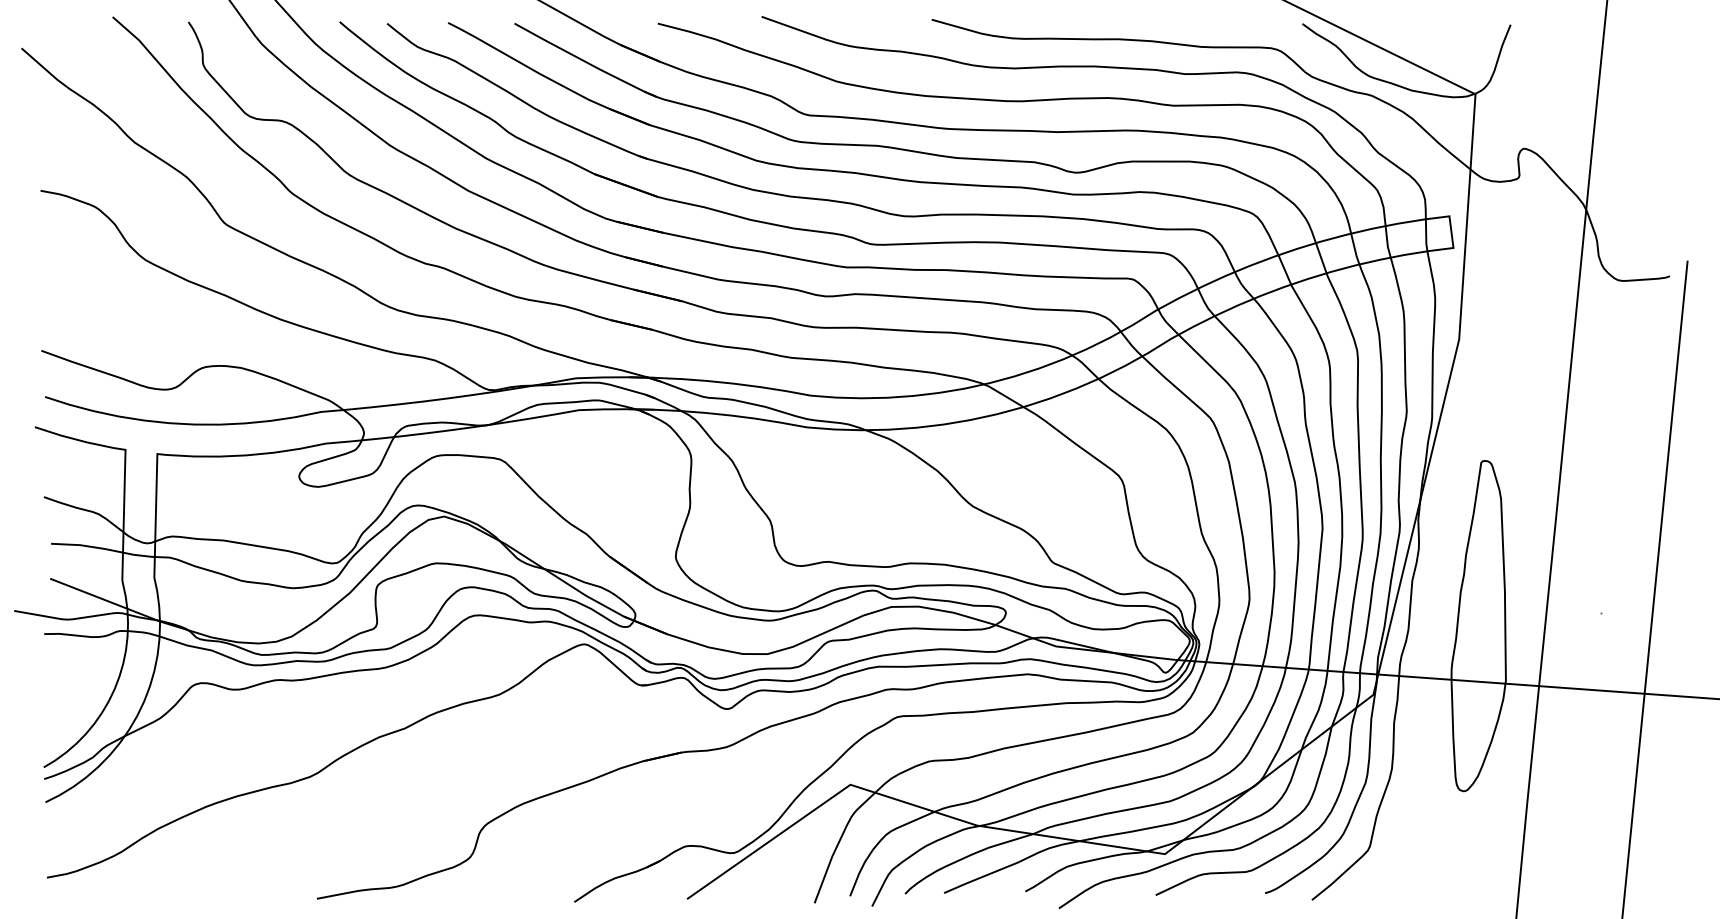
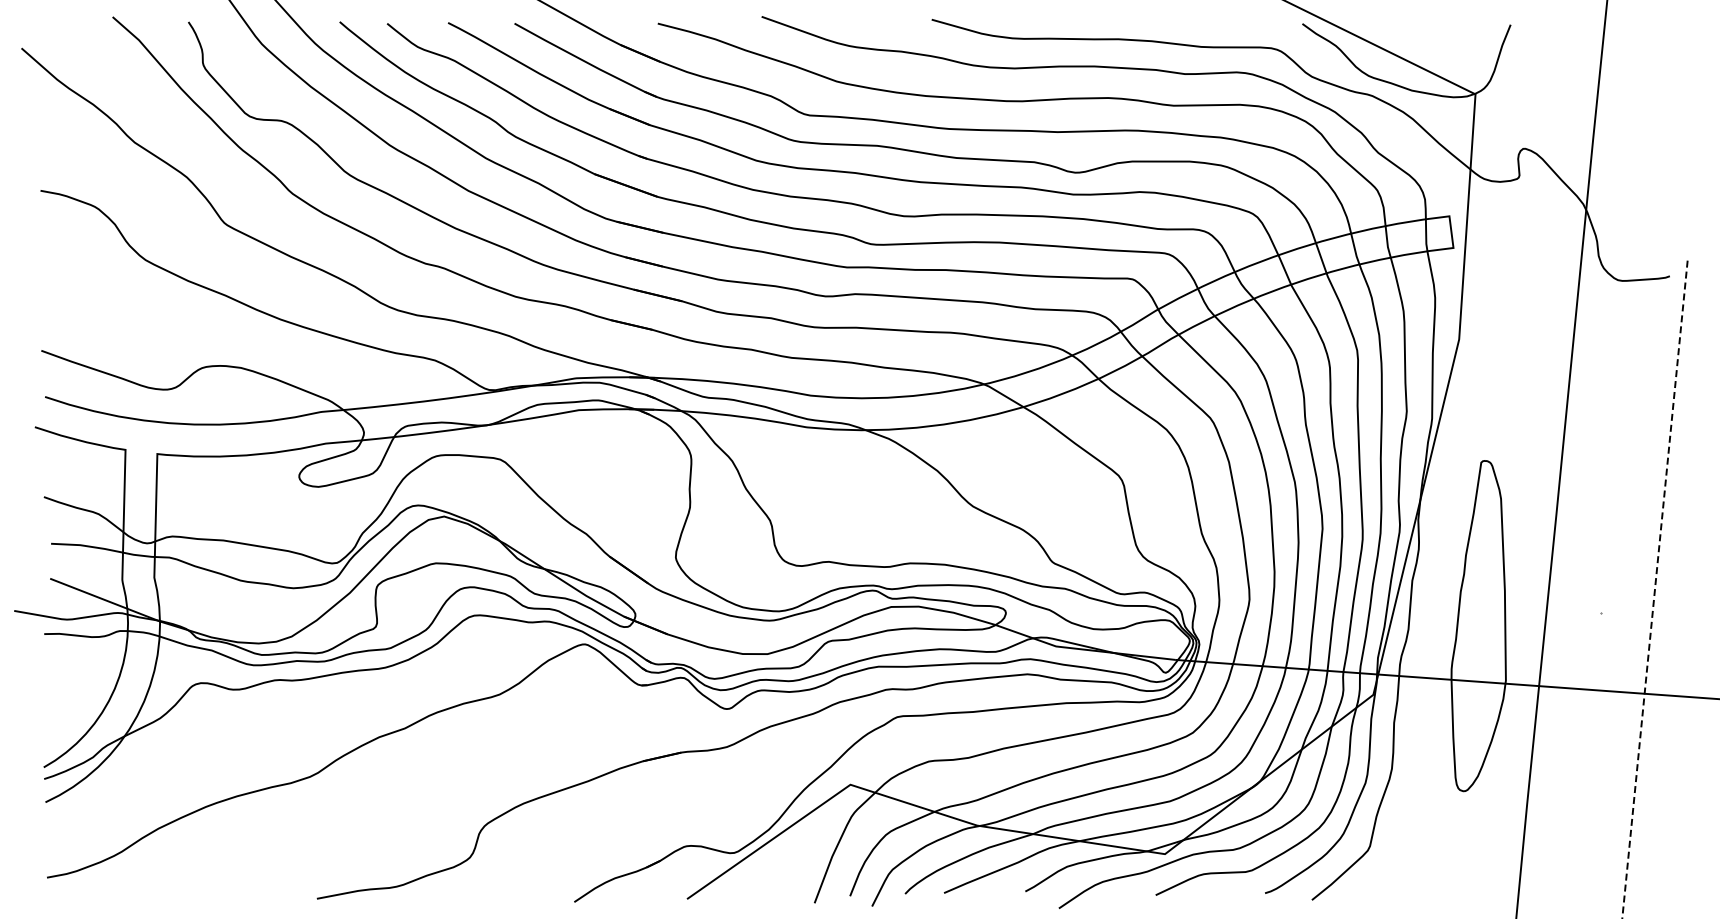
line at (1654, 590): solid -> dashed
